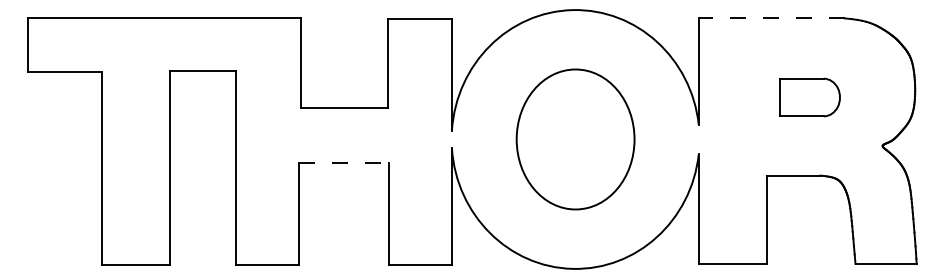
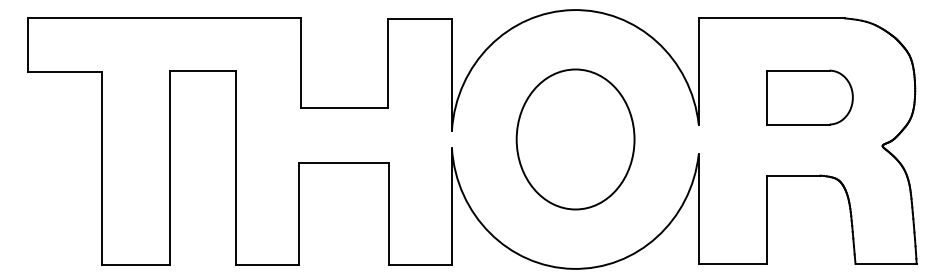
line at (771, 18): dashed -> solid
part at (809, 97) size: 62x41 px -> 88x57 px
line at (343, 163): dashed -> solid
